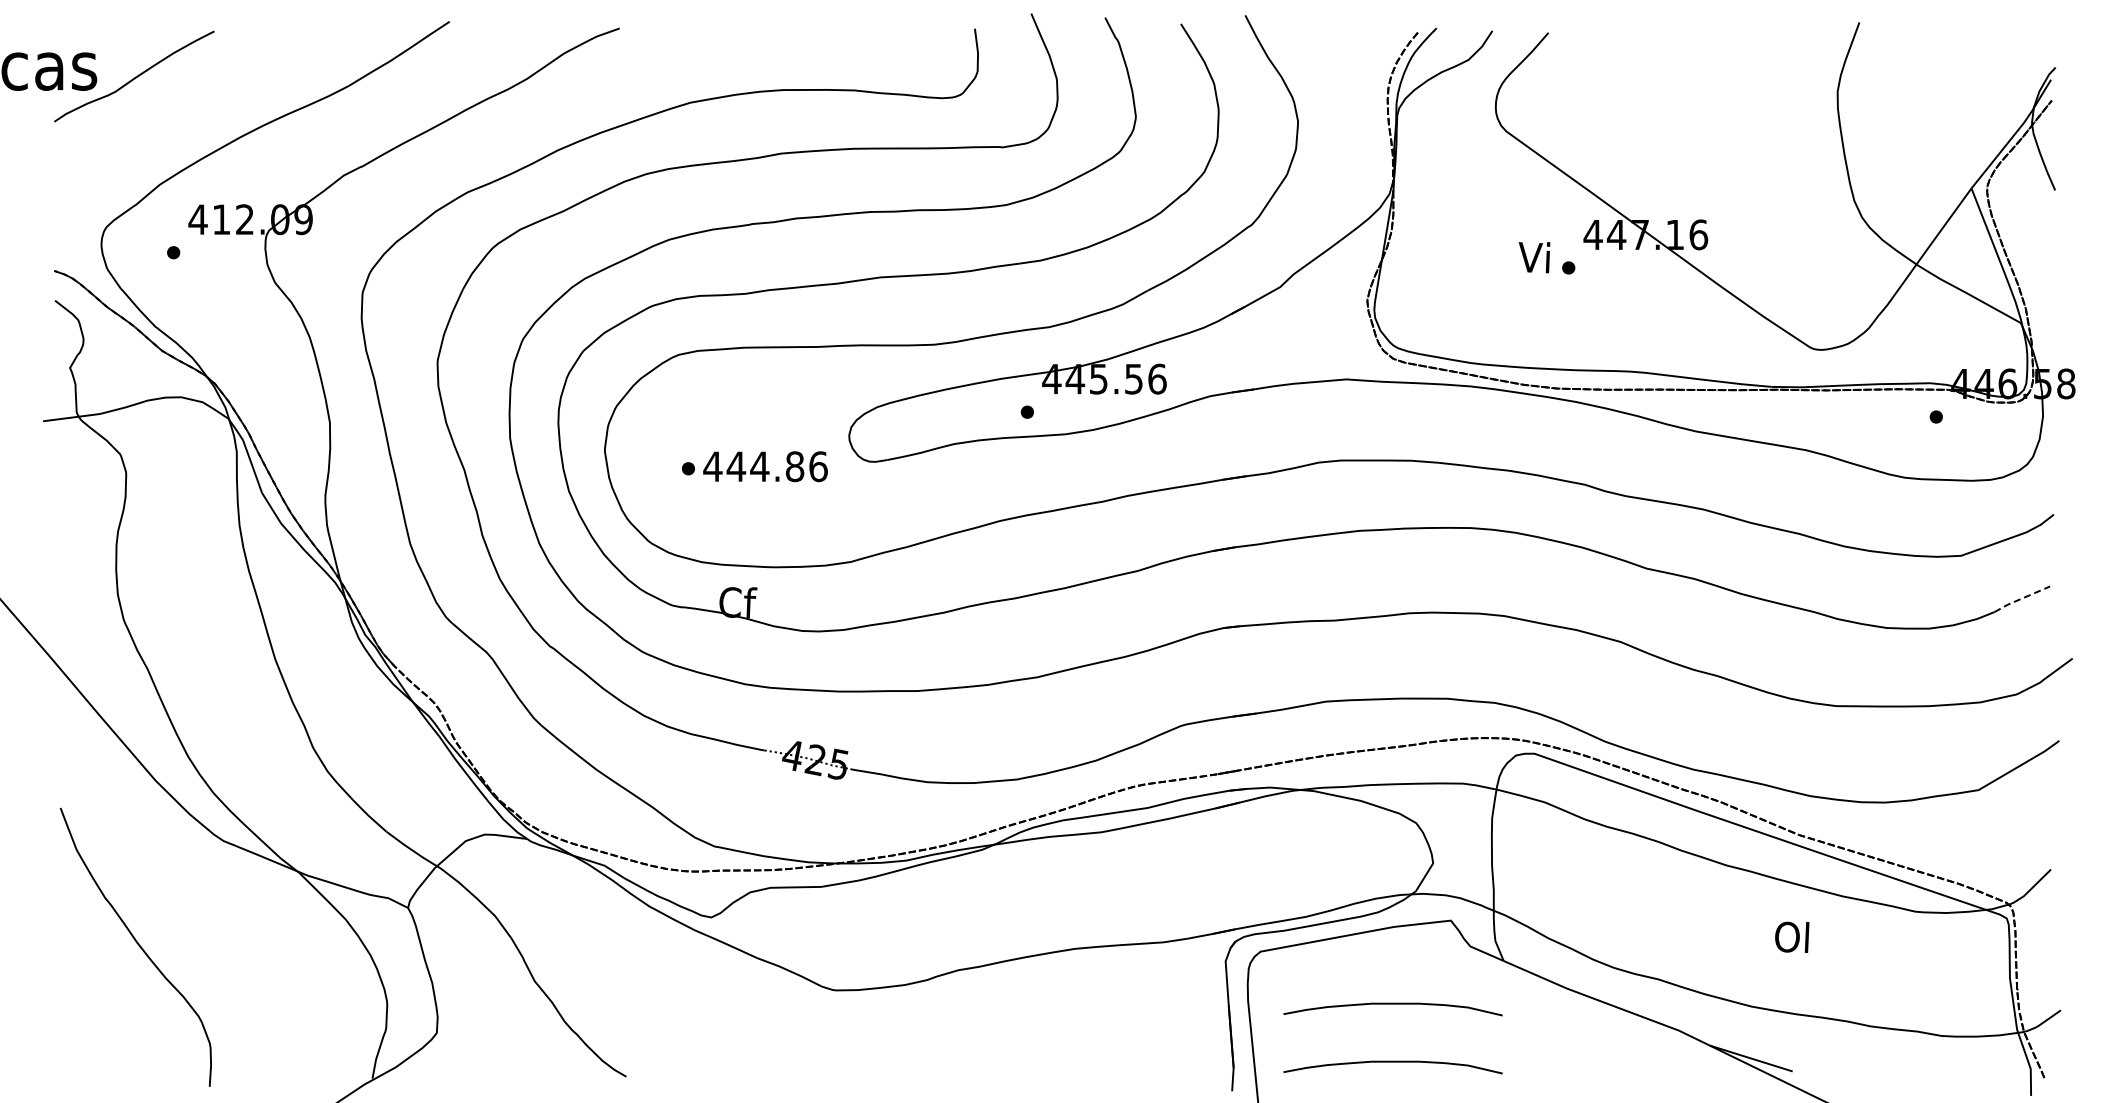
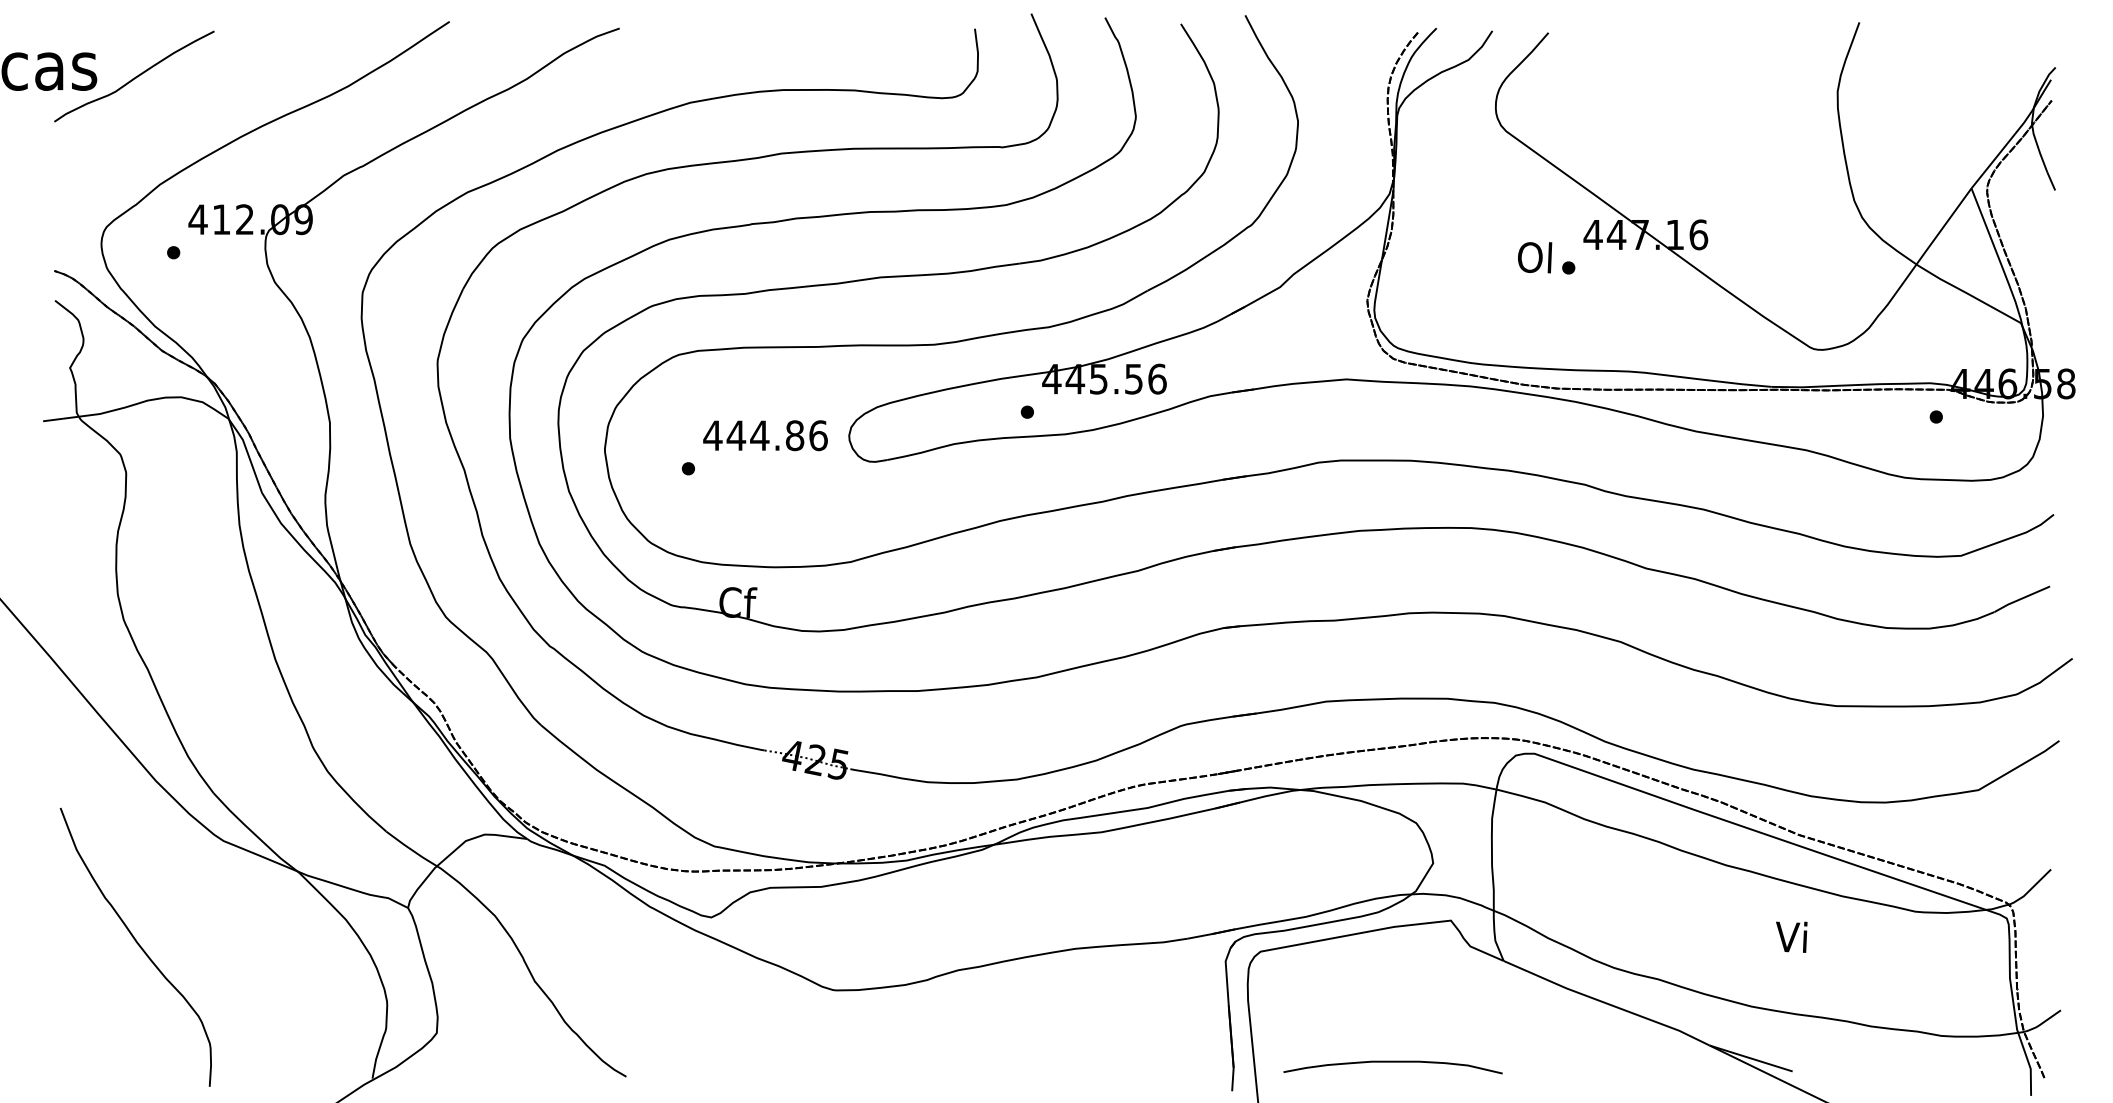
text at (1535, 257): Vi -> Ol
text at (765, 466) position: (765, 466) -> (765, 435)
line at (2021, 598): dashed -> solid
text at (1792, 936): Ol -> Vi
curve at (1392, 1004): present -> none
